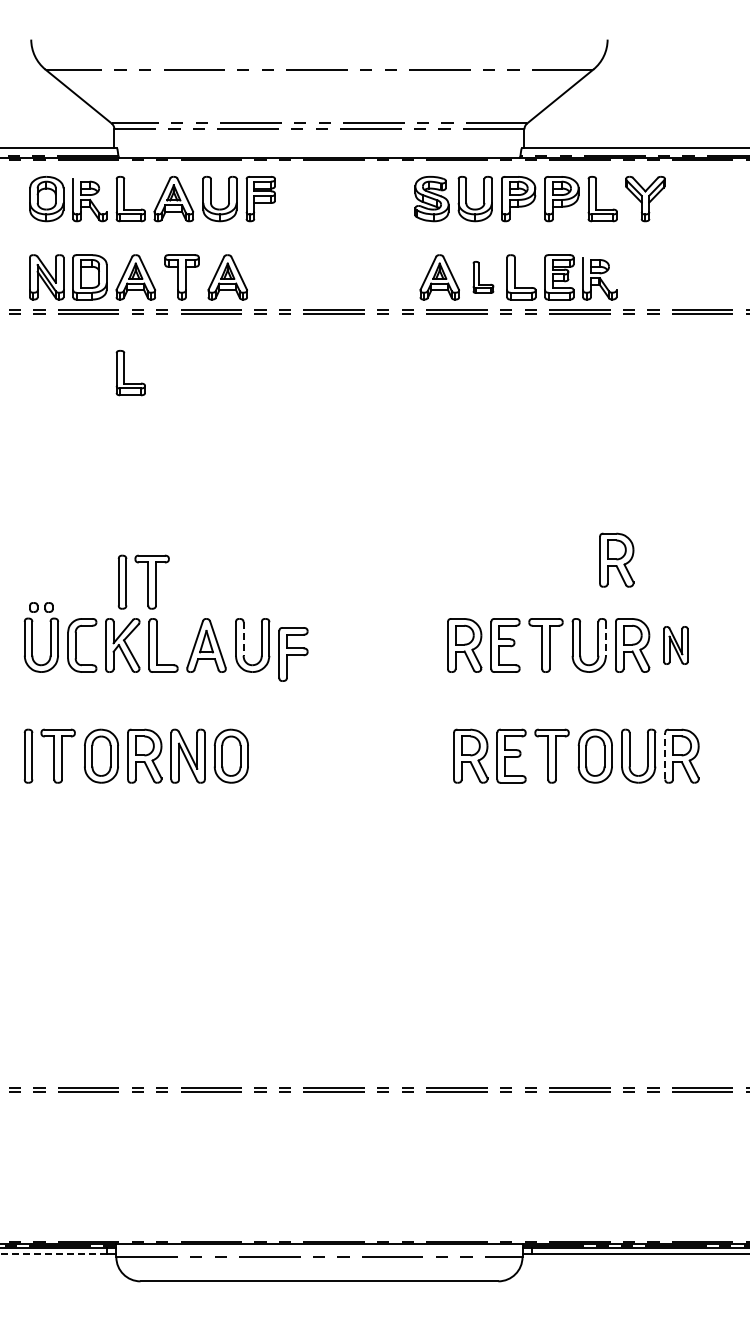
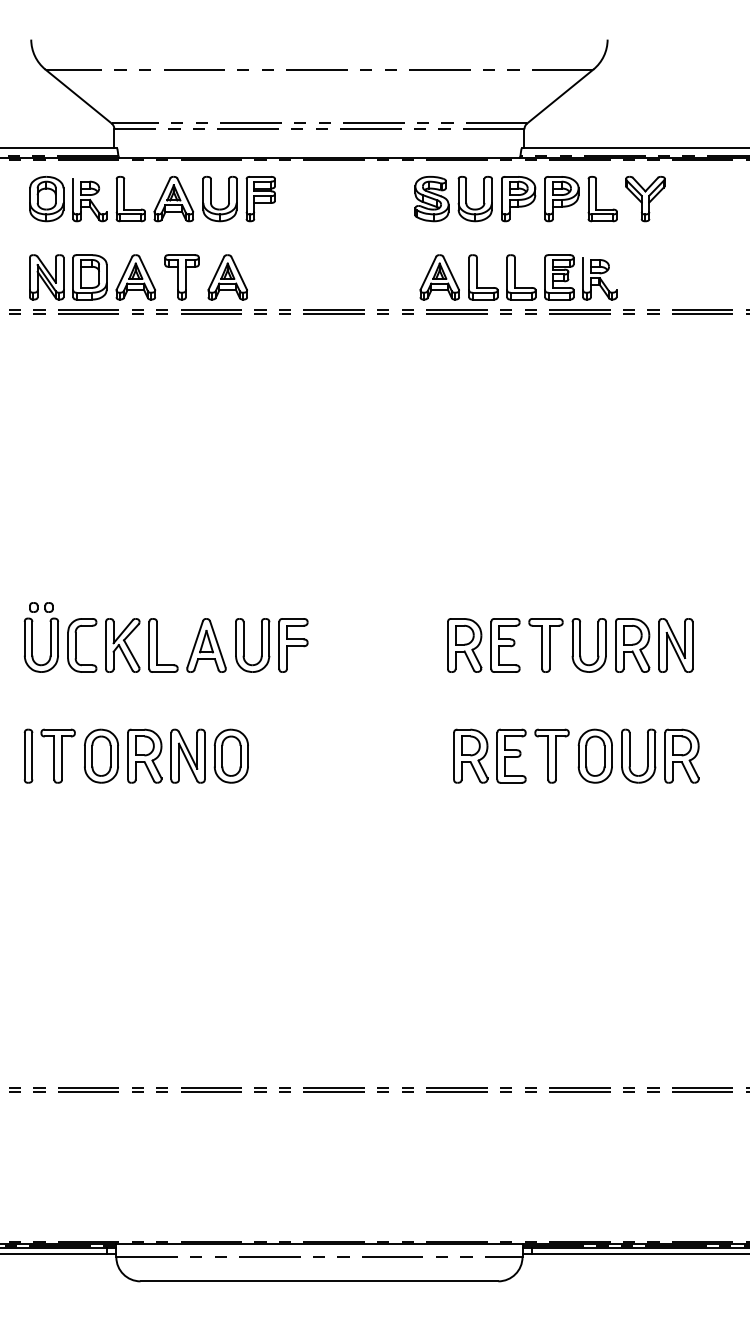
part at (483, 277) size: 23x33 px -> 31x47 px
part at (130, 373): present -> none
part at (616, 559): present -> none
part at (143, 581): present -> none
line at (243, 638): dashed -> solid
line at (606, 639): dashed -> solid
part at (675, 645) size: 26x39 px -> 36x55 px
part at (293, 654) position: (293, 654) -> (293, 645)
line at (665, 755): dashed -> solid
line at (53, 1253): dashed -> solid
